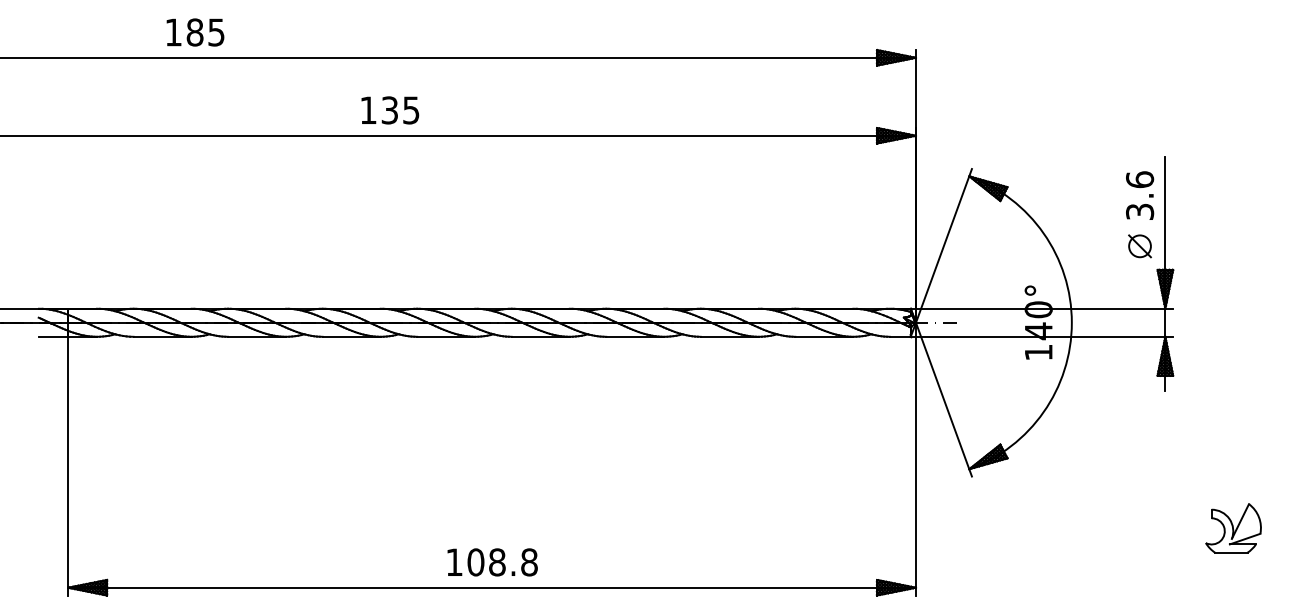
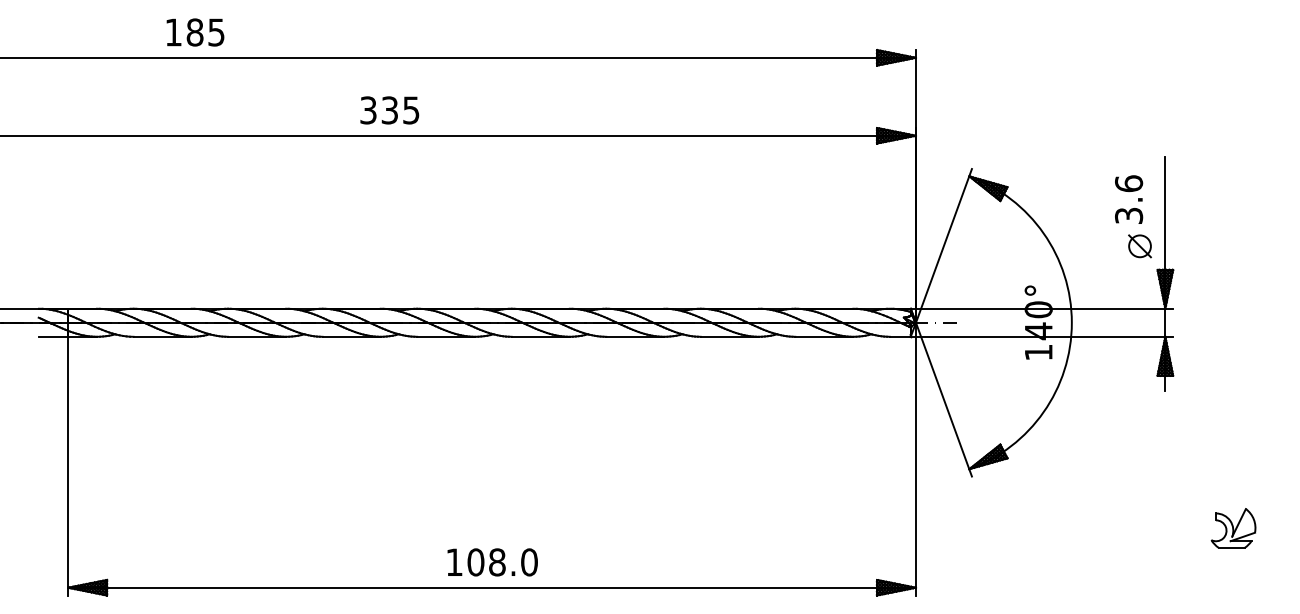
text at (368, 110): 135 -> 335
text at (1140, 195) position: (1140, 195) -> (1129, 199)
part at (1233, 528) size: 57x51 px -> 47x41 px
text at (529, 562): 108.8 -> 108.0
